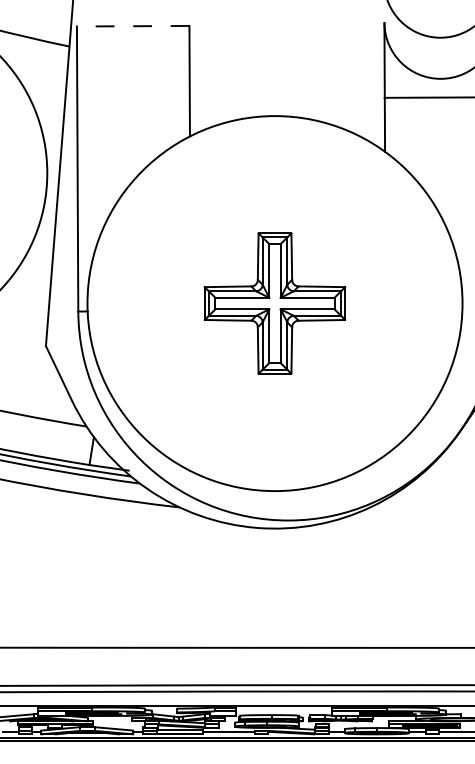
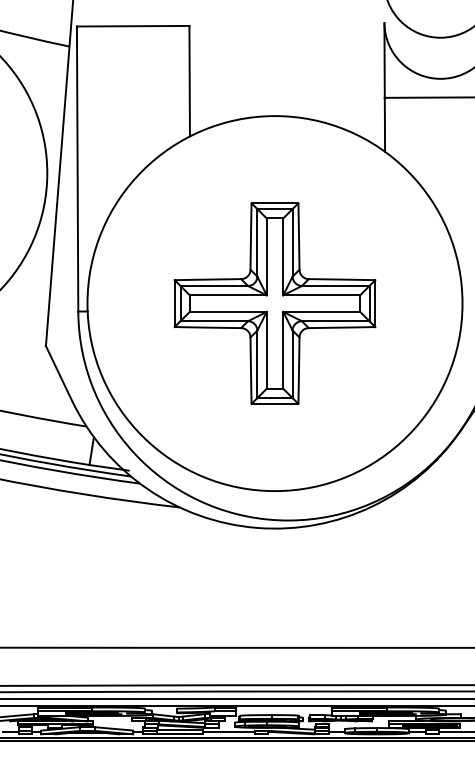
line at (132, 26): dashed -> solid
part at (274, 303) size: 144x143 px -> 204x203 px
line at (236, 698): none -> present
